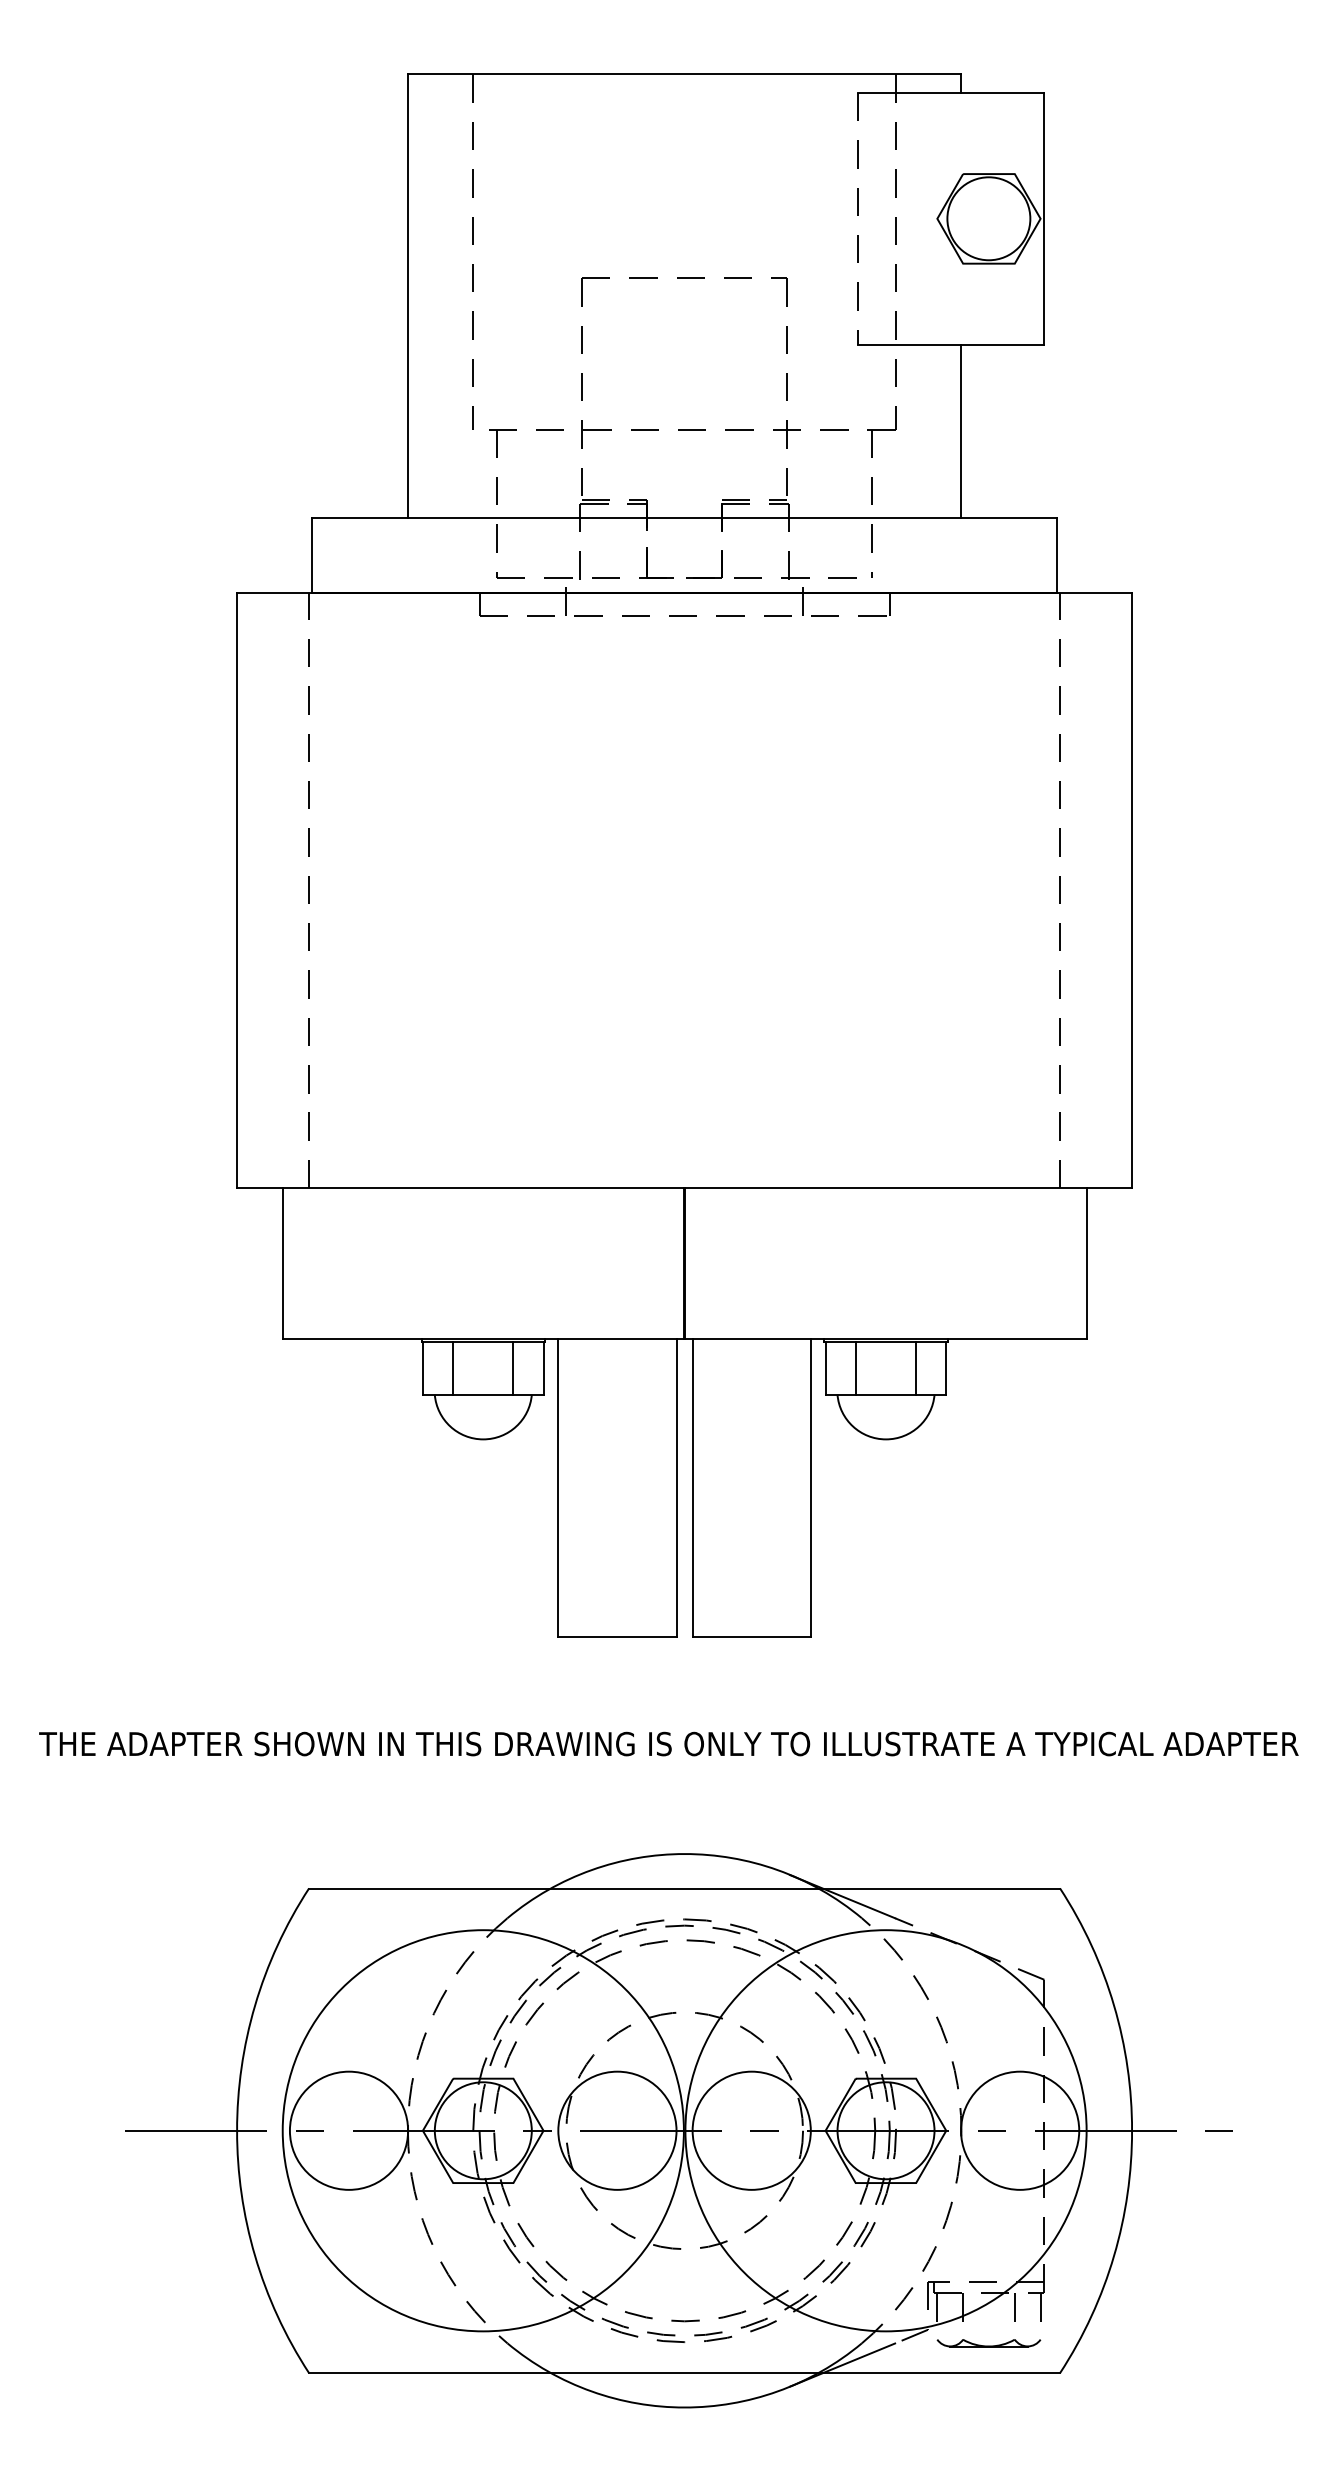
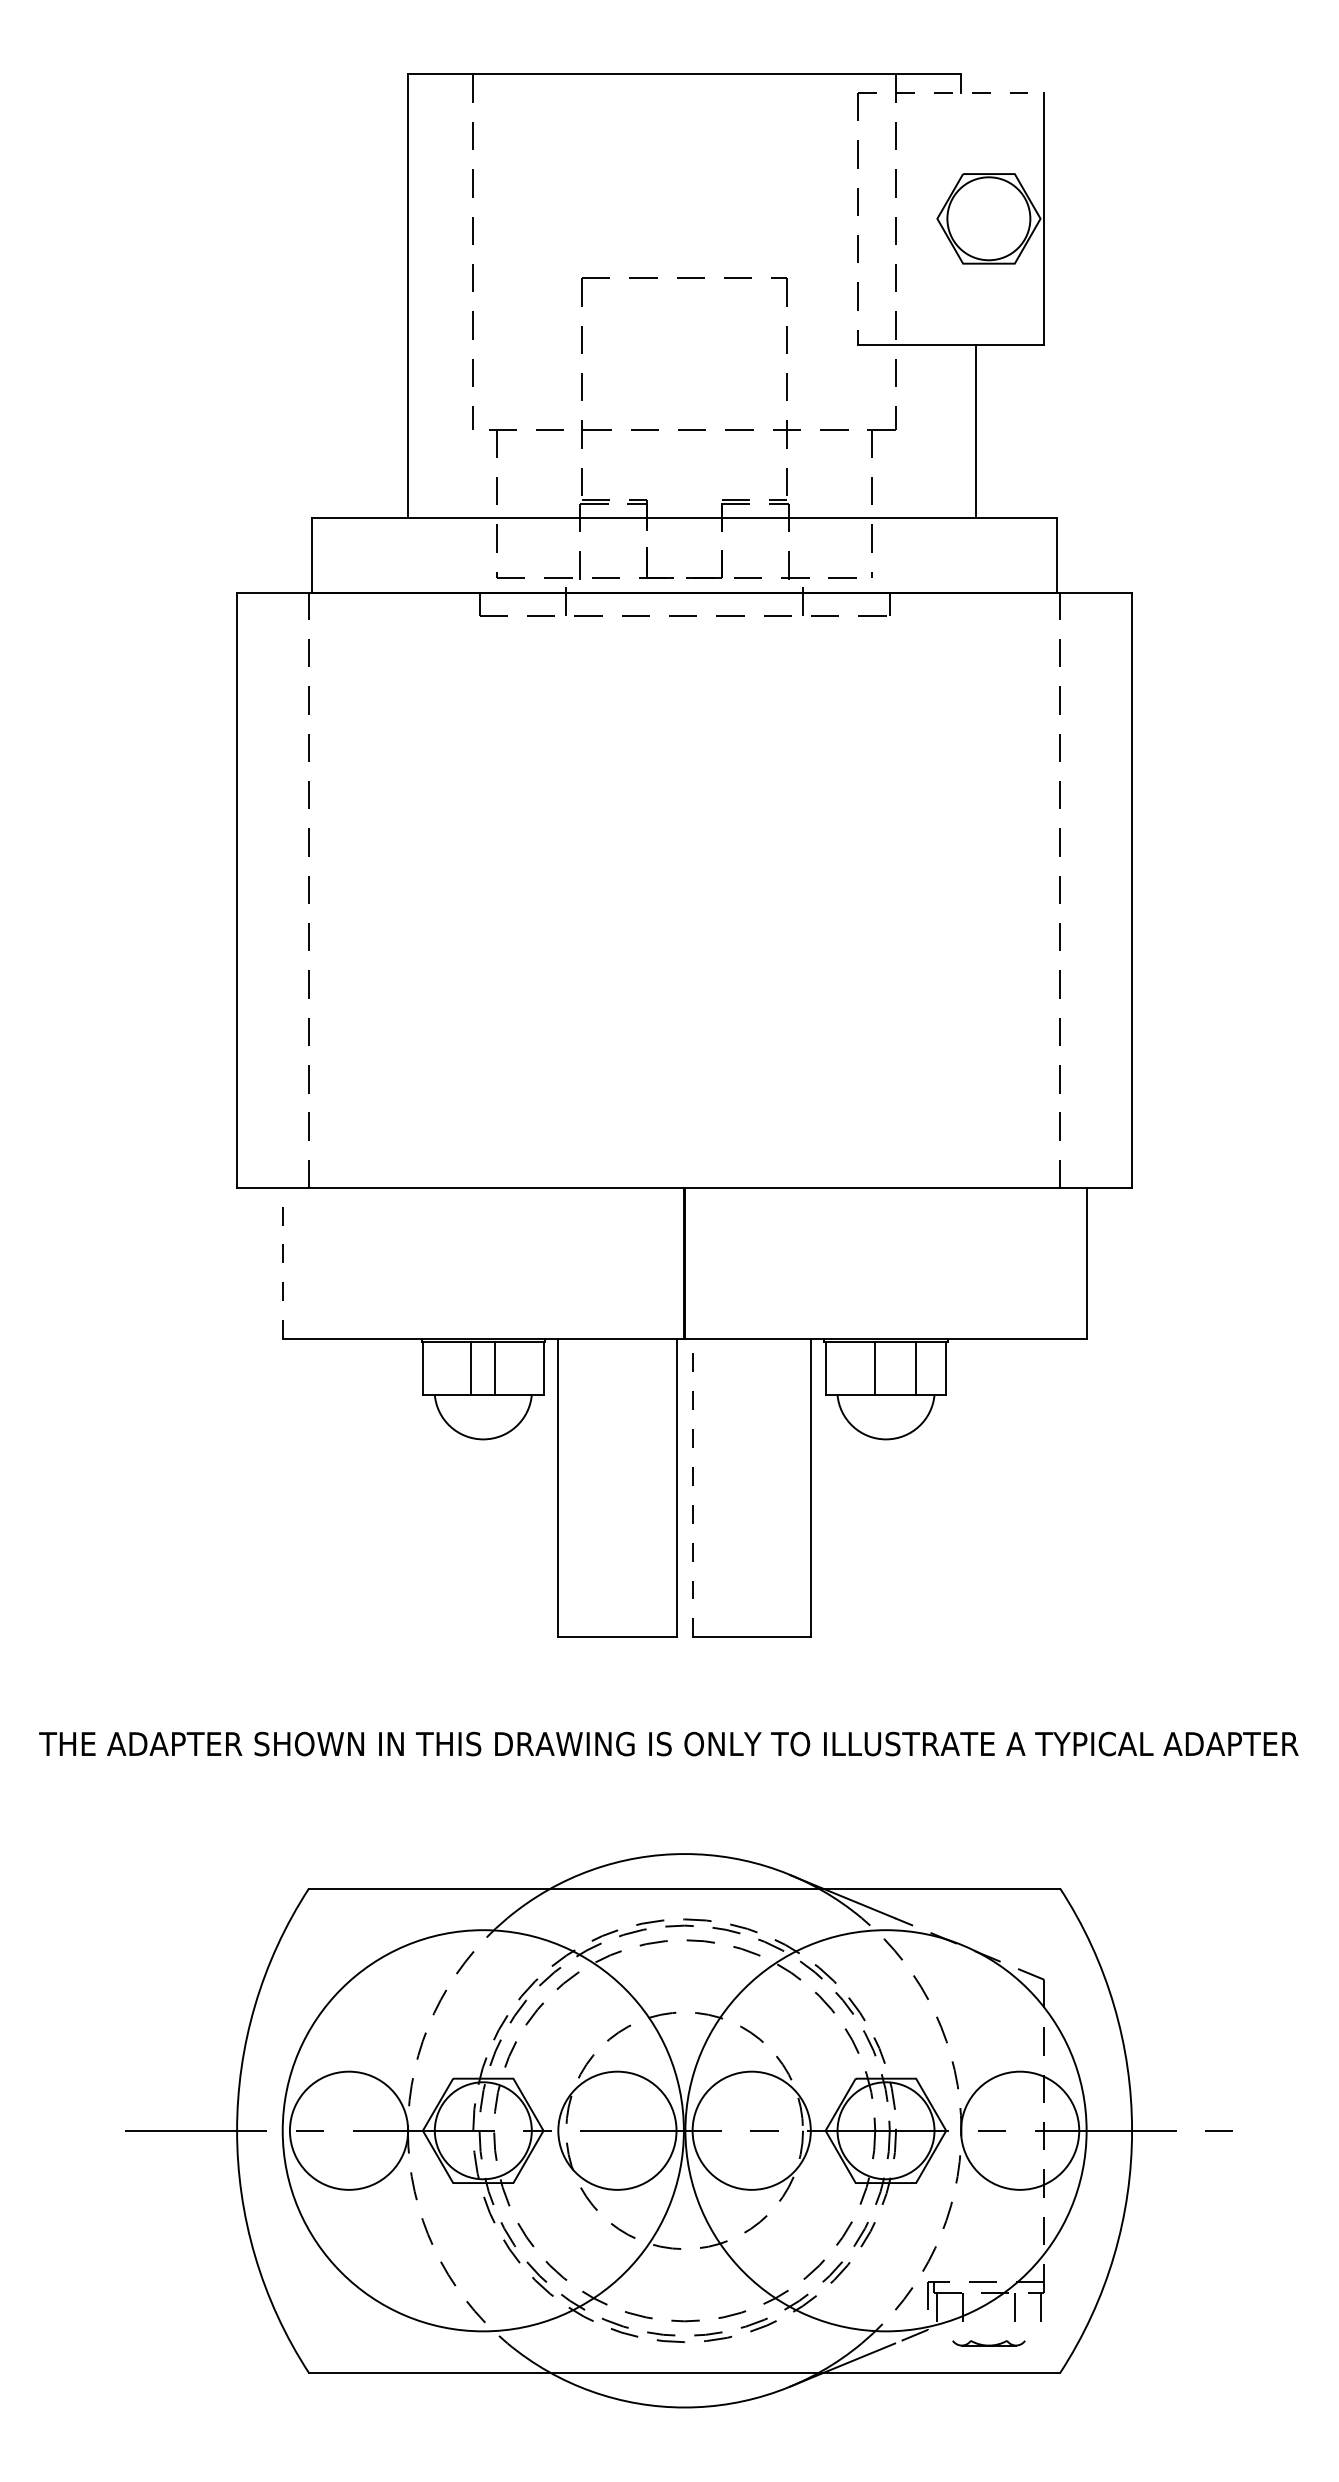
line at (951, 93): solid -> dashed
line at (961, 430) position: (961, 430) -> (976, 430)
line at (282, 1263): solid -> dashed
line at (453, 1367) position: (453, 1367) -> (471, 1367)
line at (513, 1367) position: (513, 1367) -> (495, 1367)
line at (855, 1367) position: (855, 1367) -> (874, 1367)
line at (692, 1487): solid -> dashed
part at (988, 2343) size: 106x9 px -> 74x7 px
